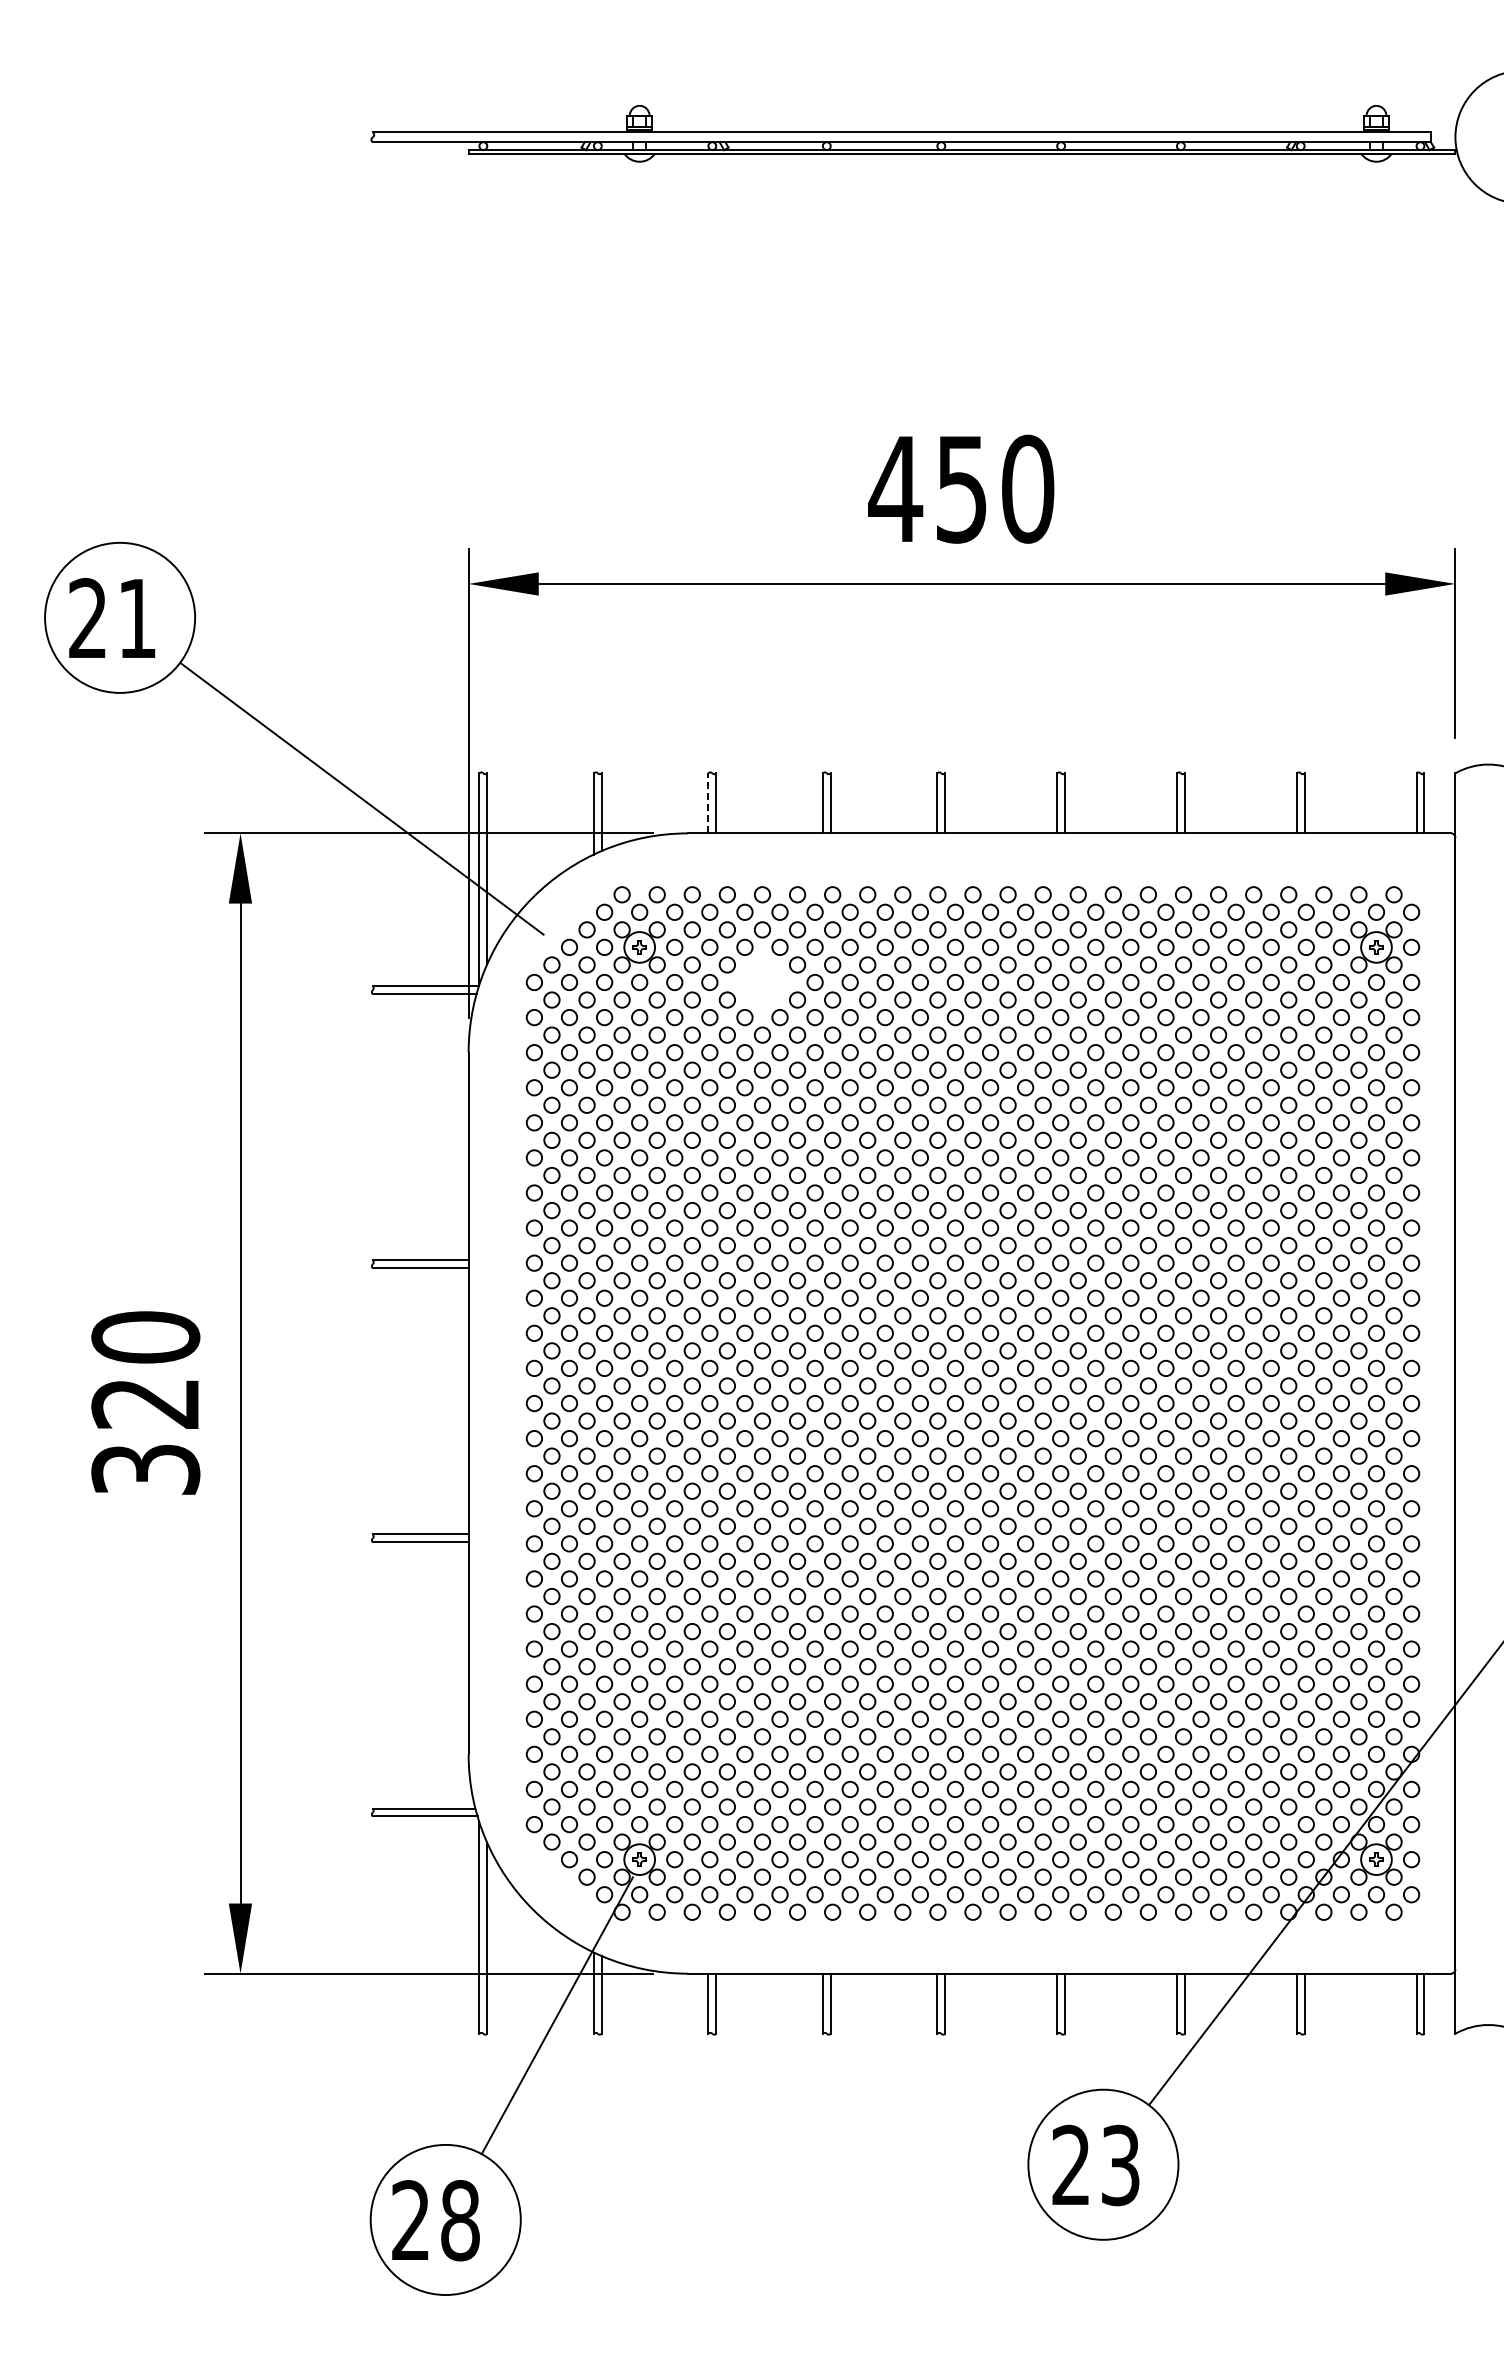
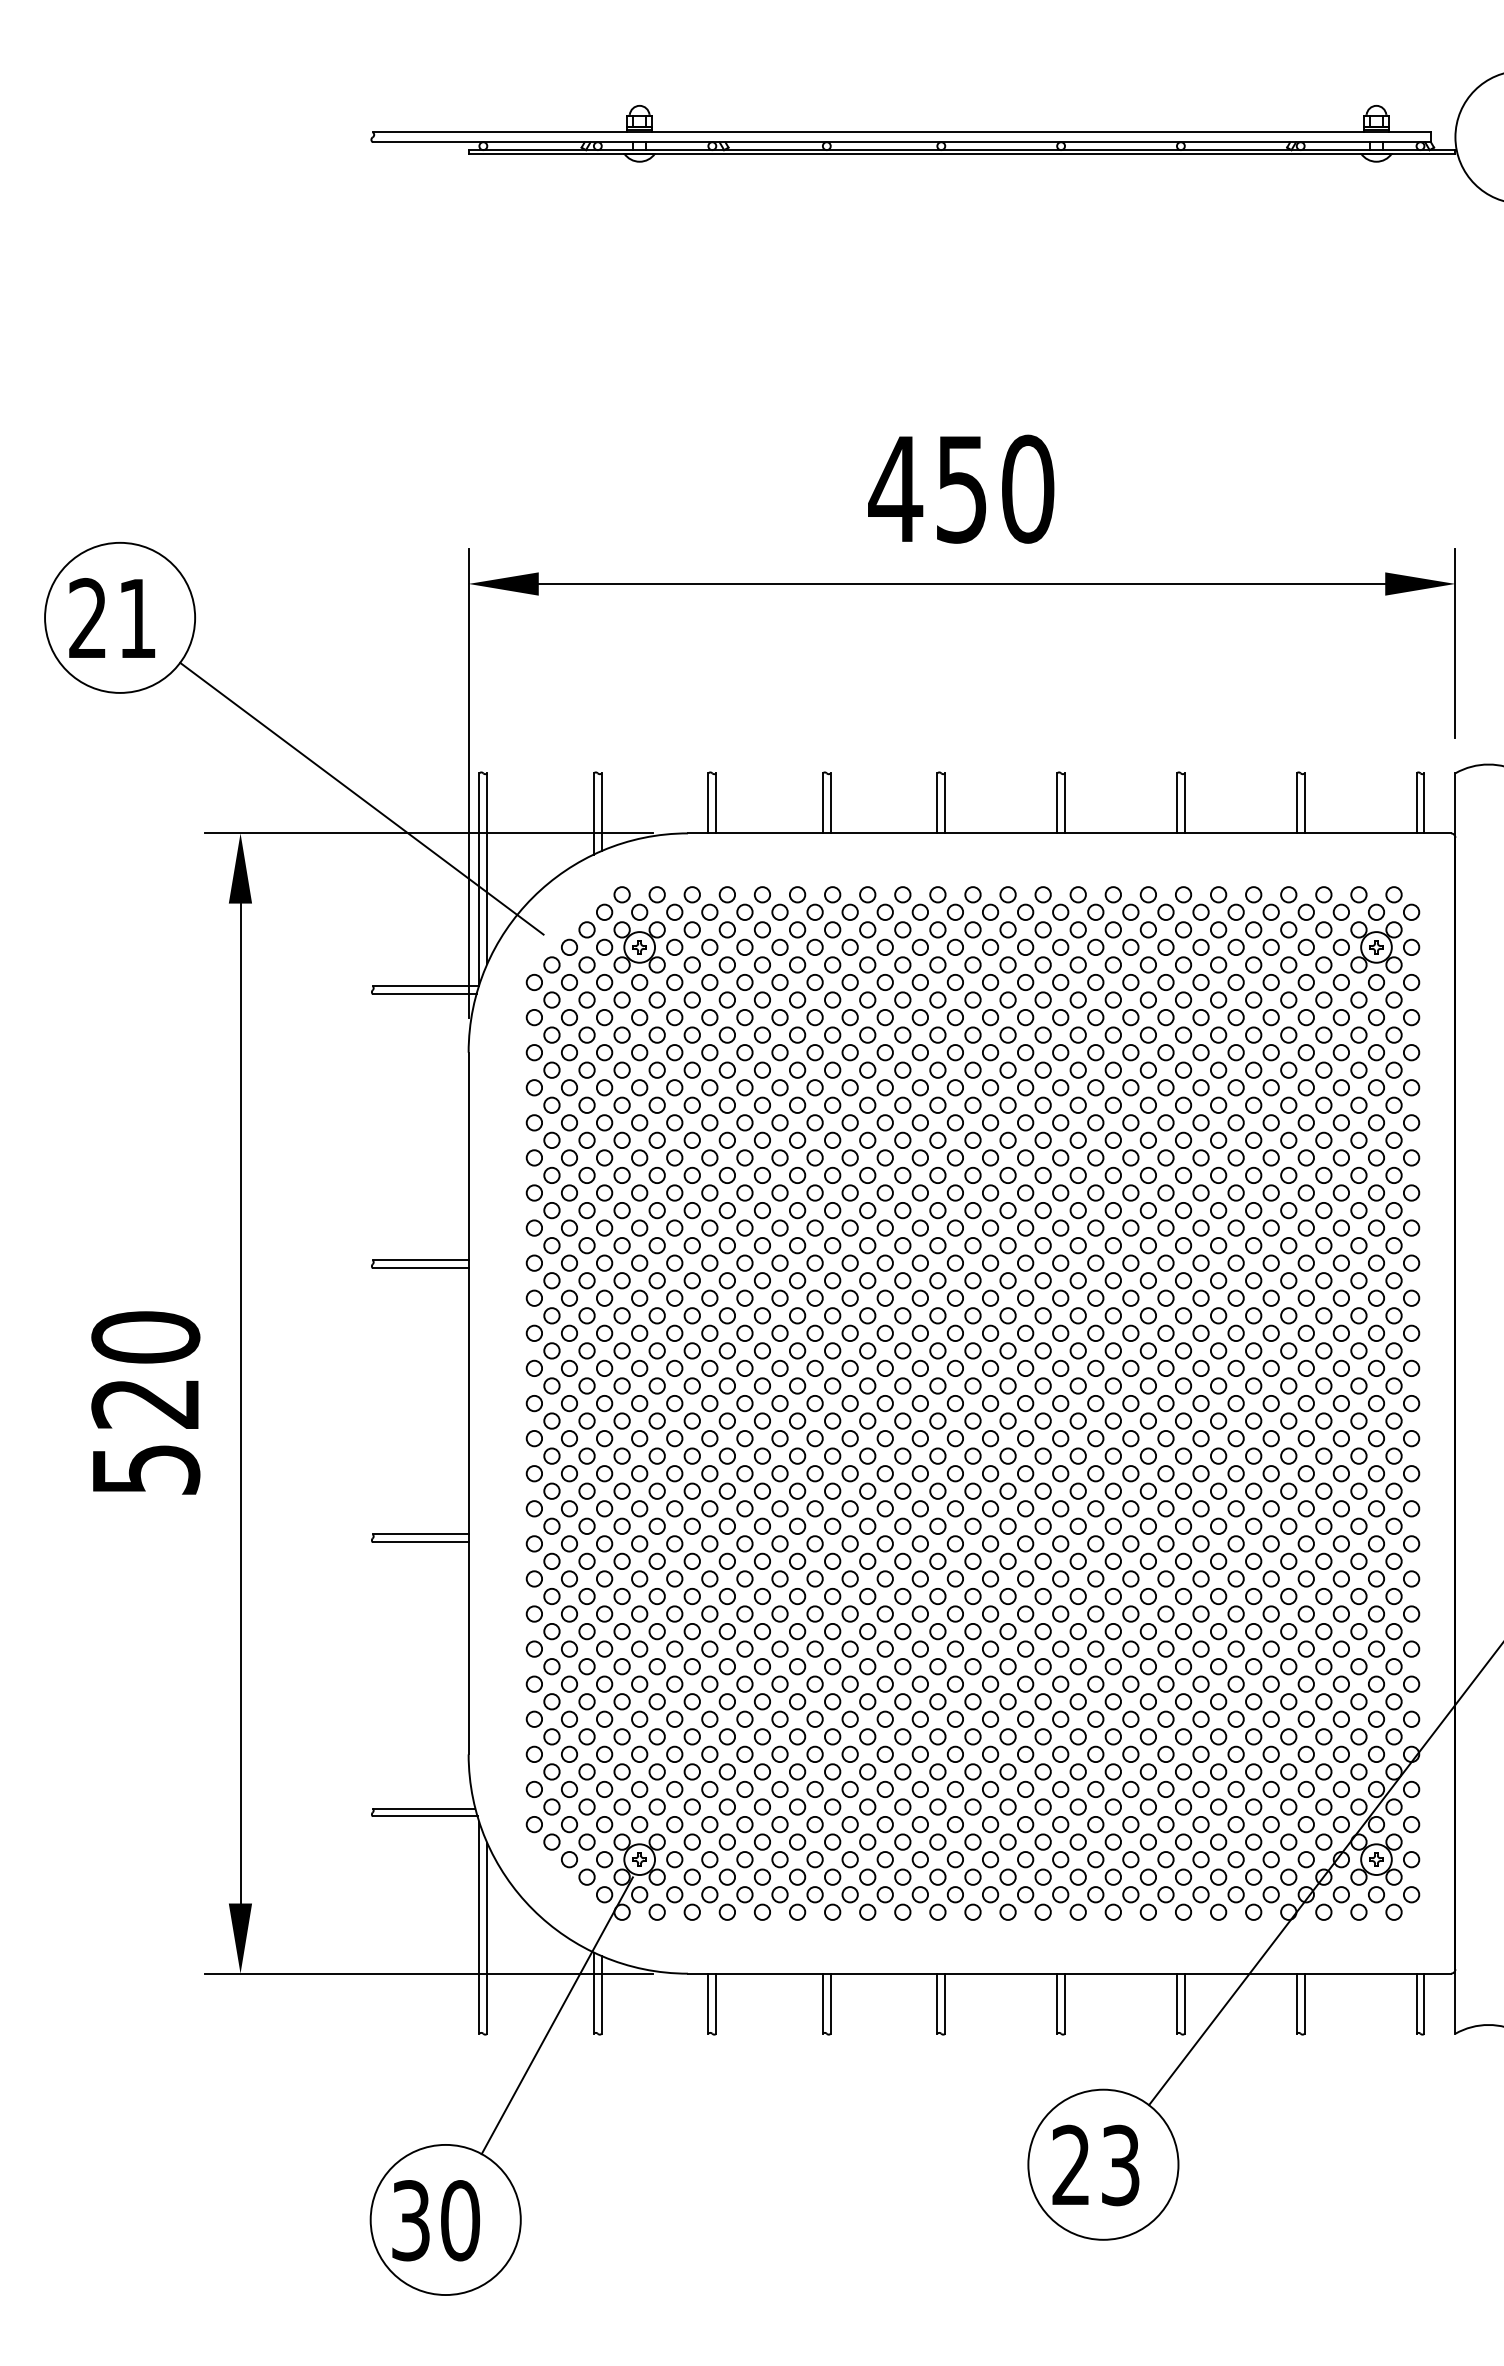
line at (708, 802): dashed -> solid
part at (762, 973): none -> present
text at (145, 1469): 320 -> 520
text at (436, 2220): 28 -> 30
